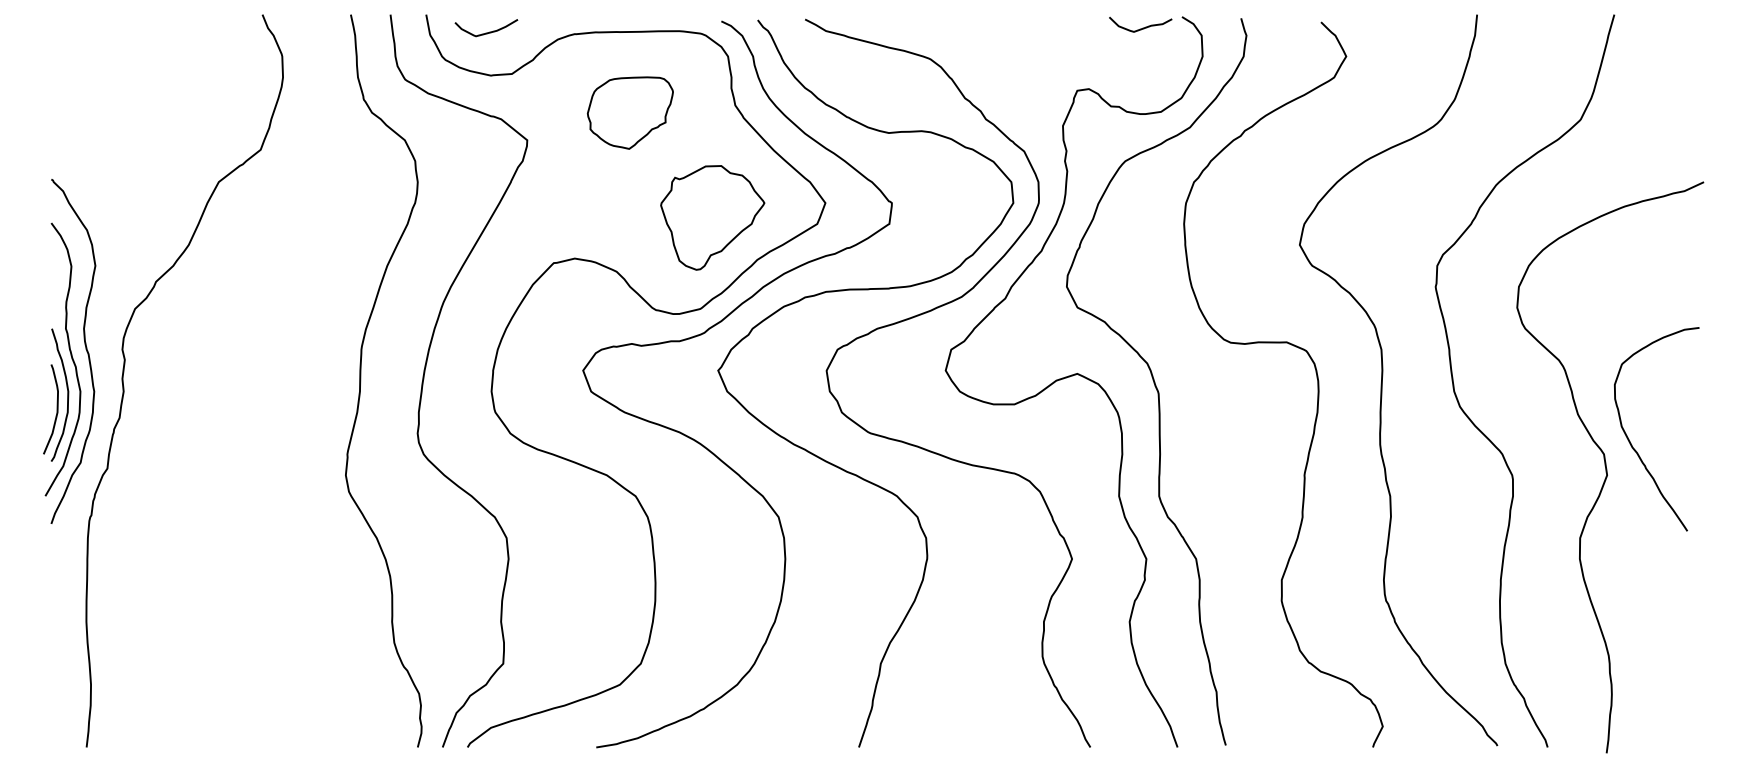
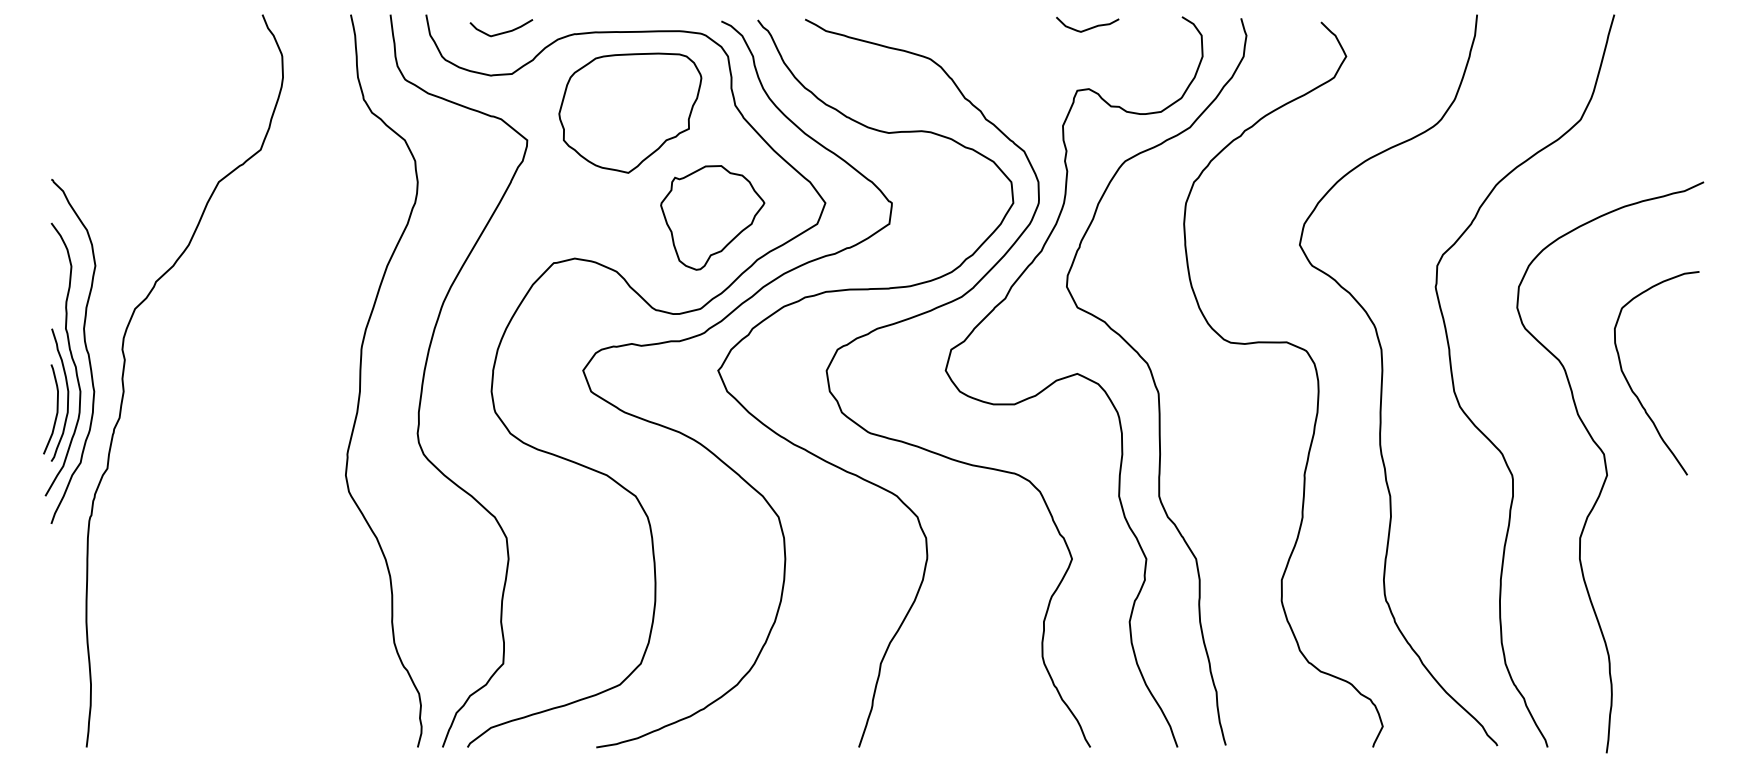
curve at (1142, 27) position: (1142, 27) -> (1089, 27)
curve at (486, 32) position: (486, 32) -> (501, 32)
part at (629, 112) size: 88x74 px -> 145x122 px
curve at (1630, 441) position: (1630, 441) -> (1630, 385)
